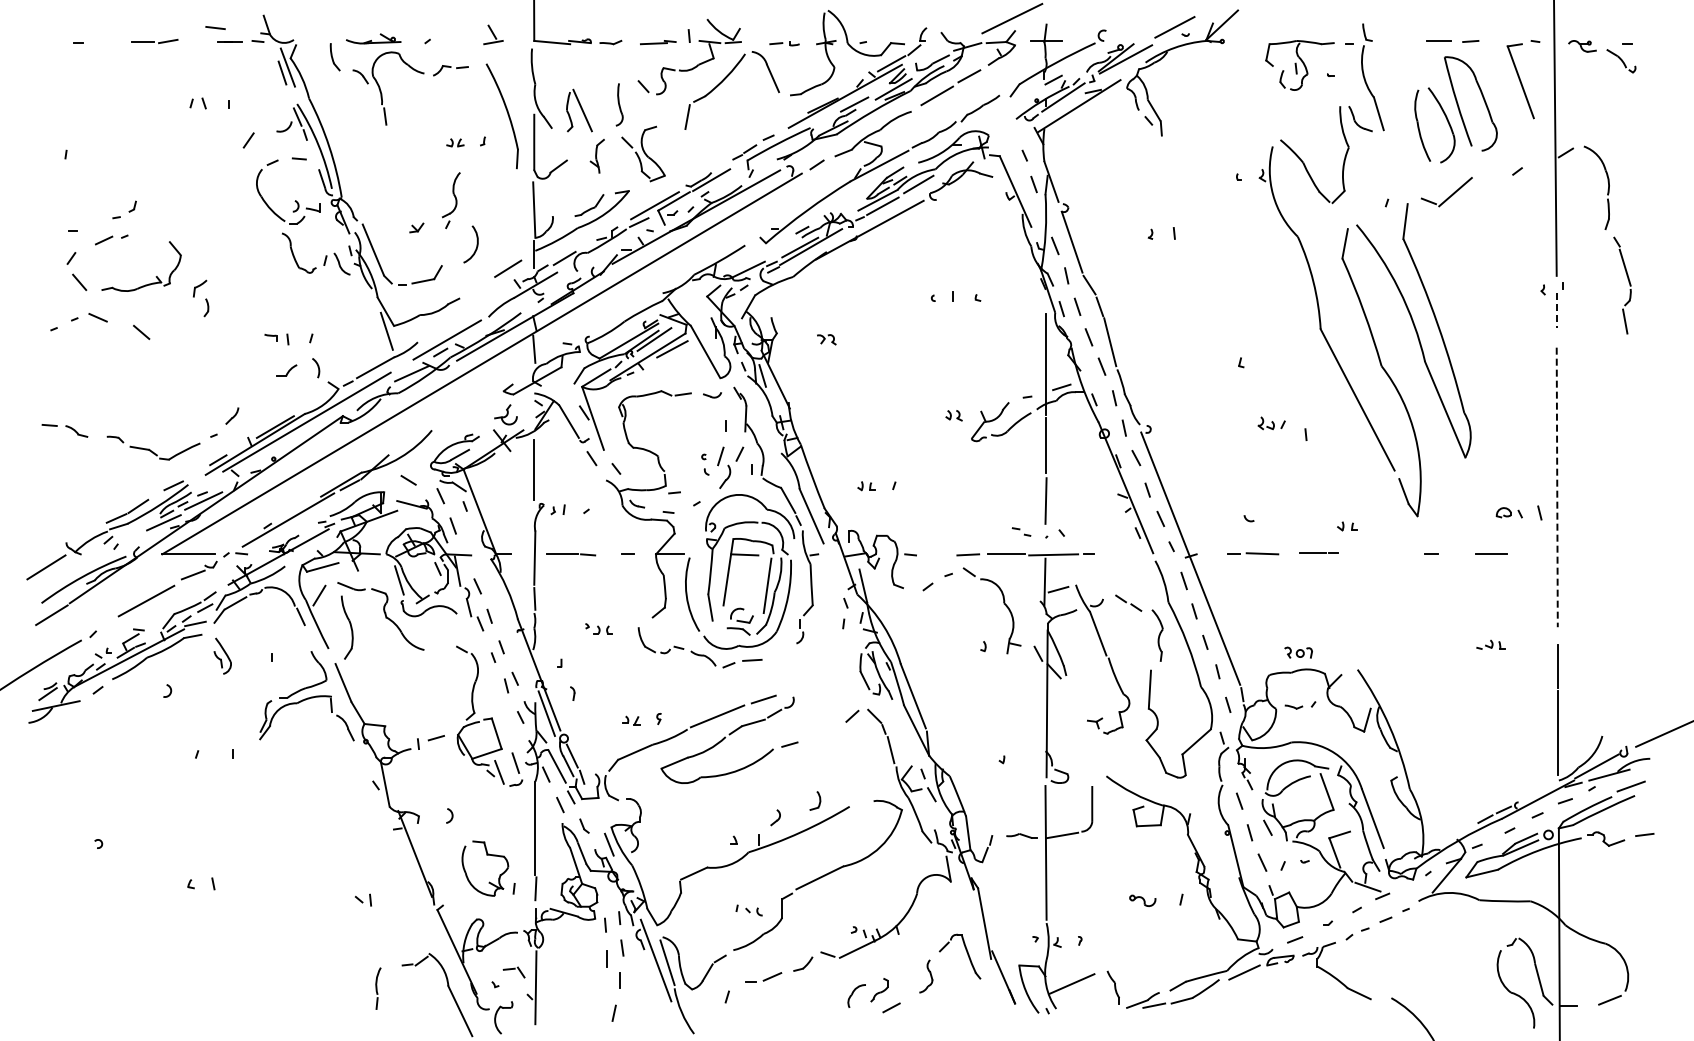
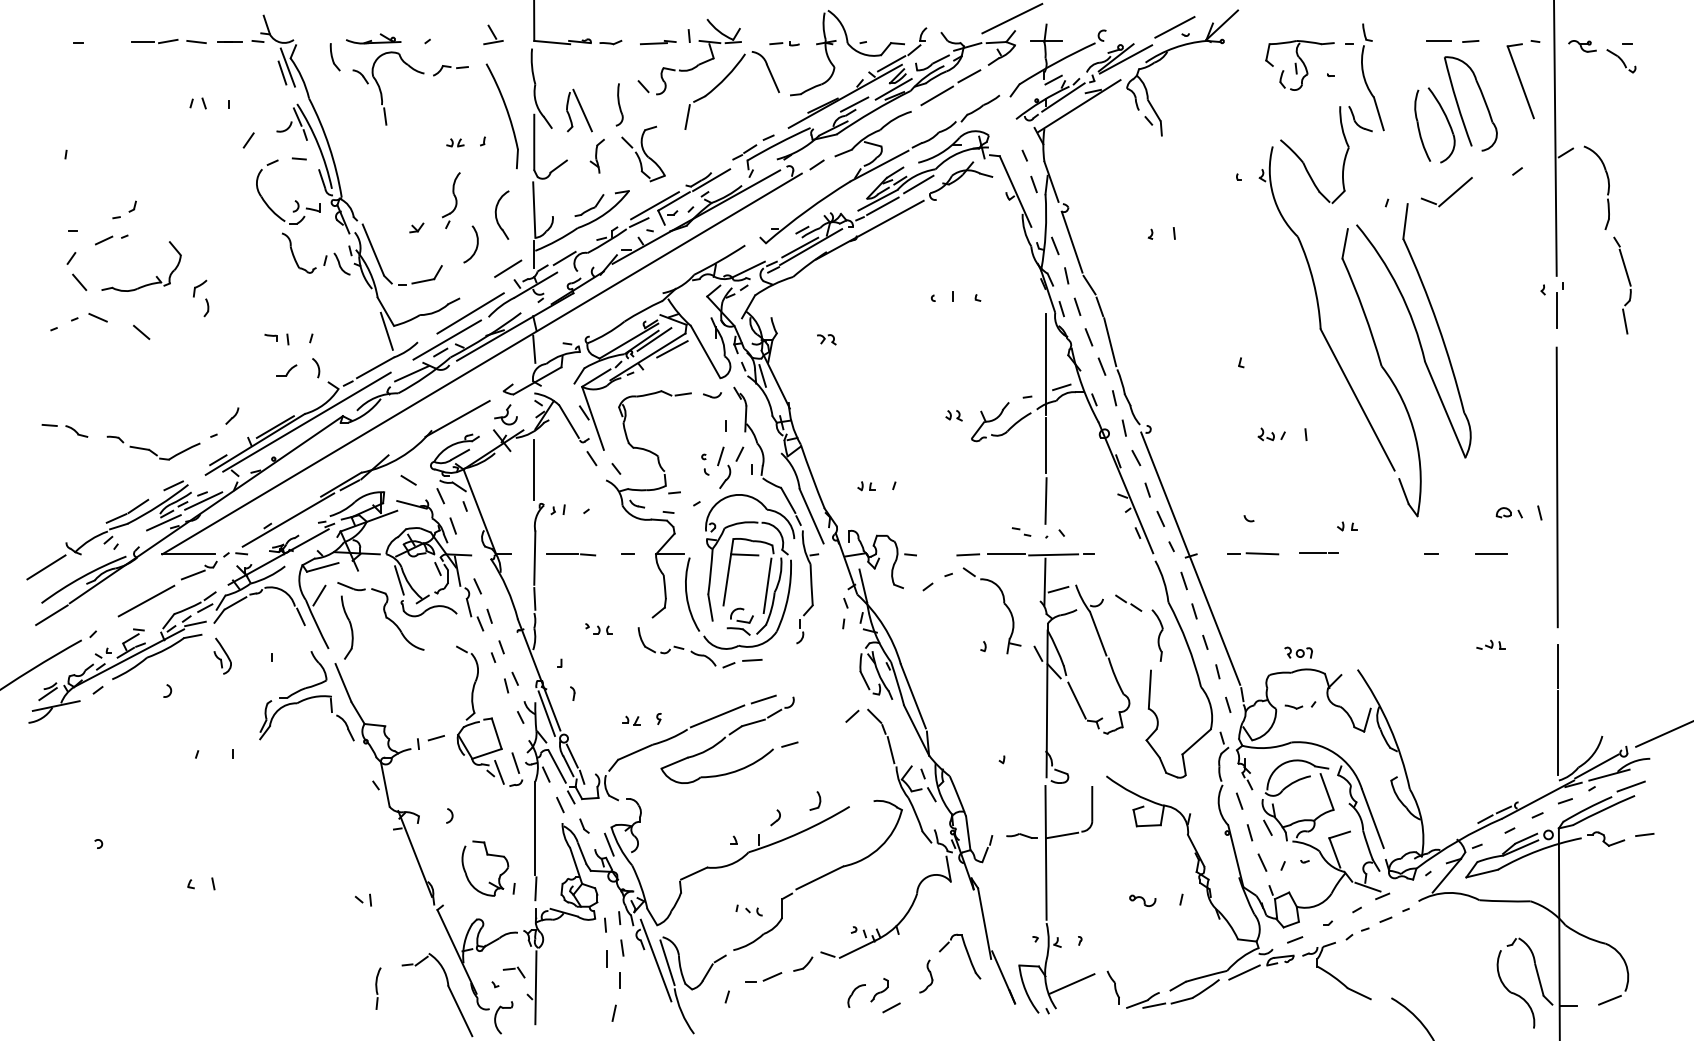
line at (215, 27) position: (215, 27) -> (196, 41)
part at (501, 214): none -> present
line at (1556, 311): dashed -> solid
line at (470, 313): none -> present
line at (457, 418): none -> present
part at (1271, 423) position: (1271, 423) -> (1271, 434)
line at (1557, 487): dashed -> solid
line at (1076, 700): none -> present
